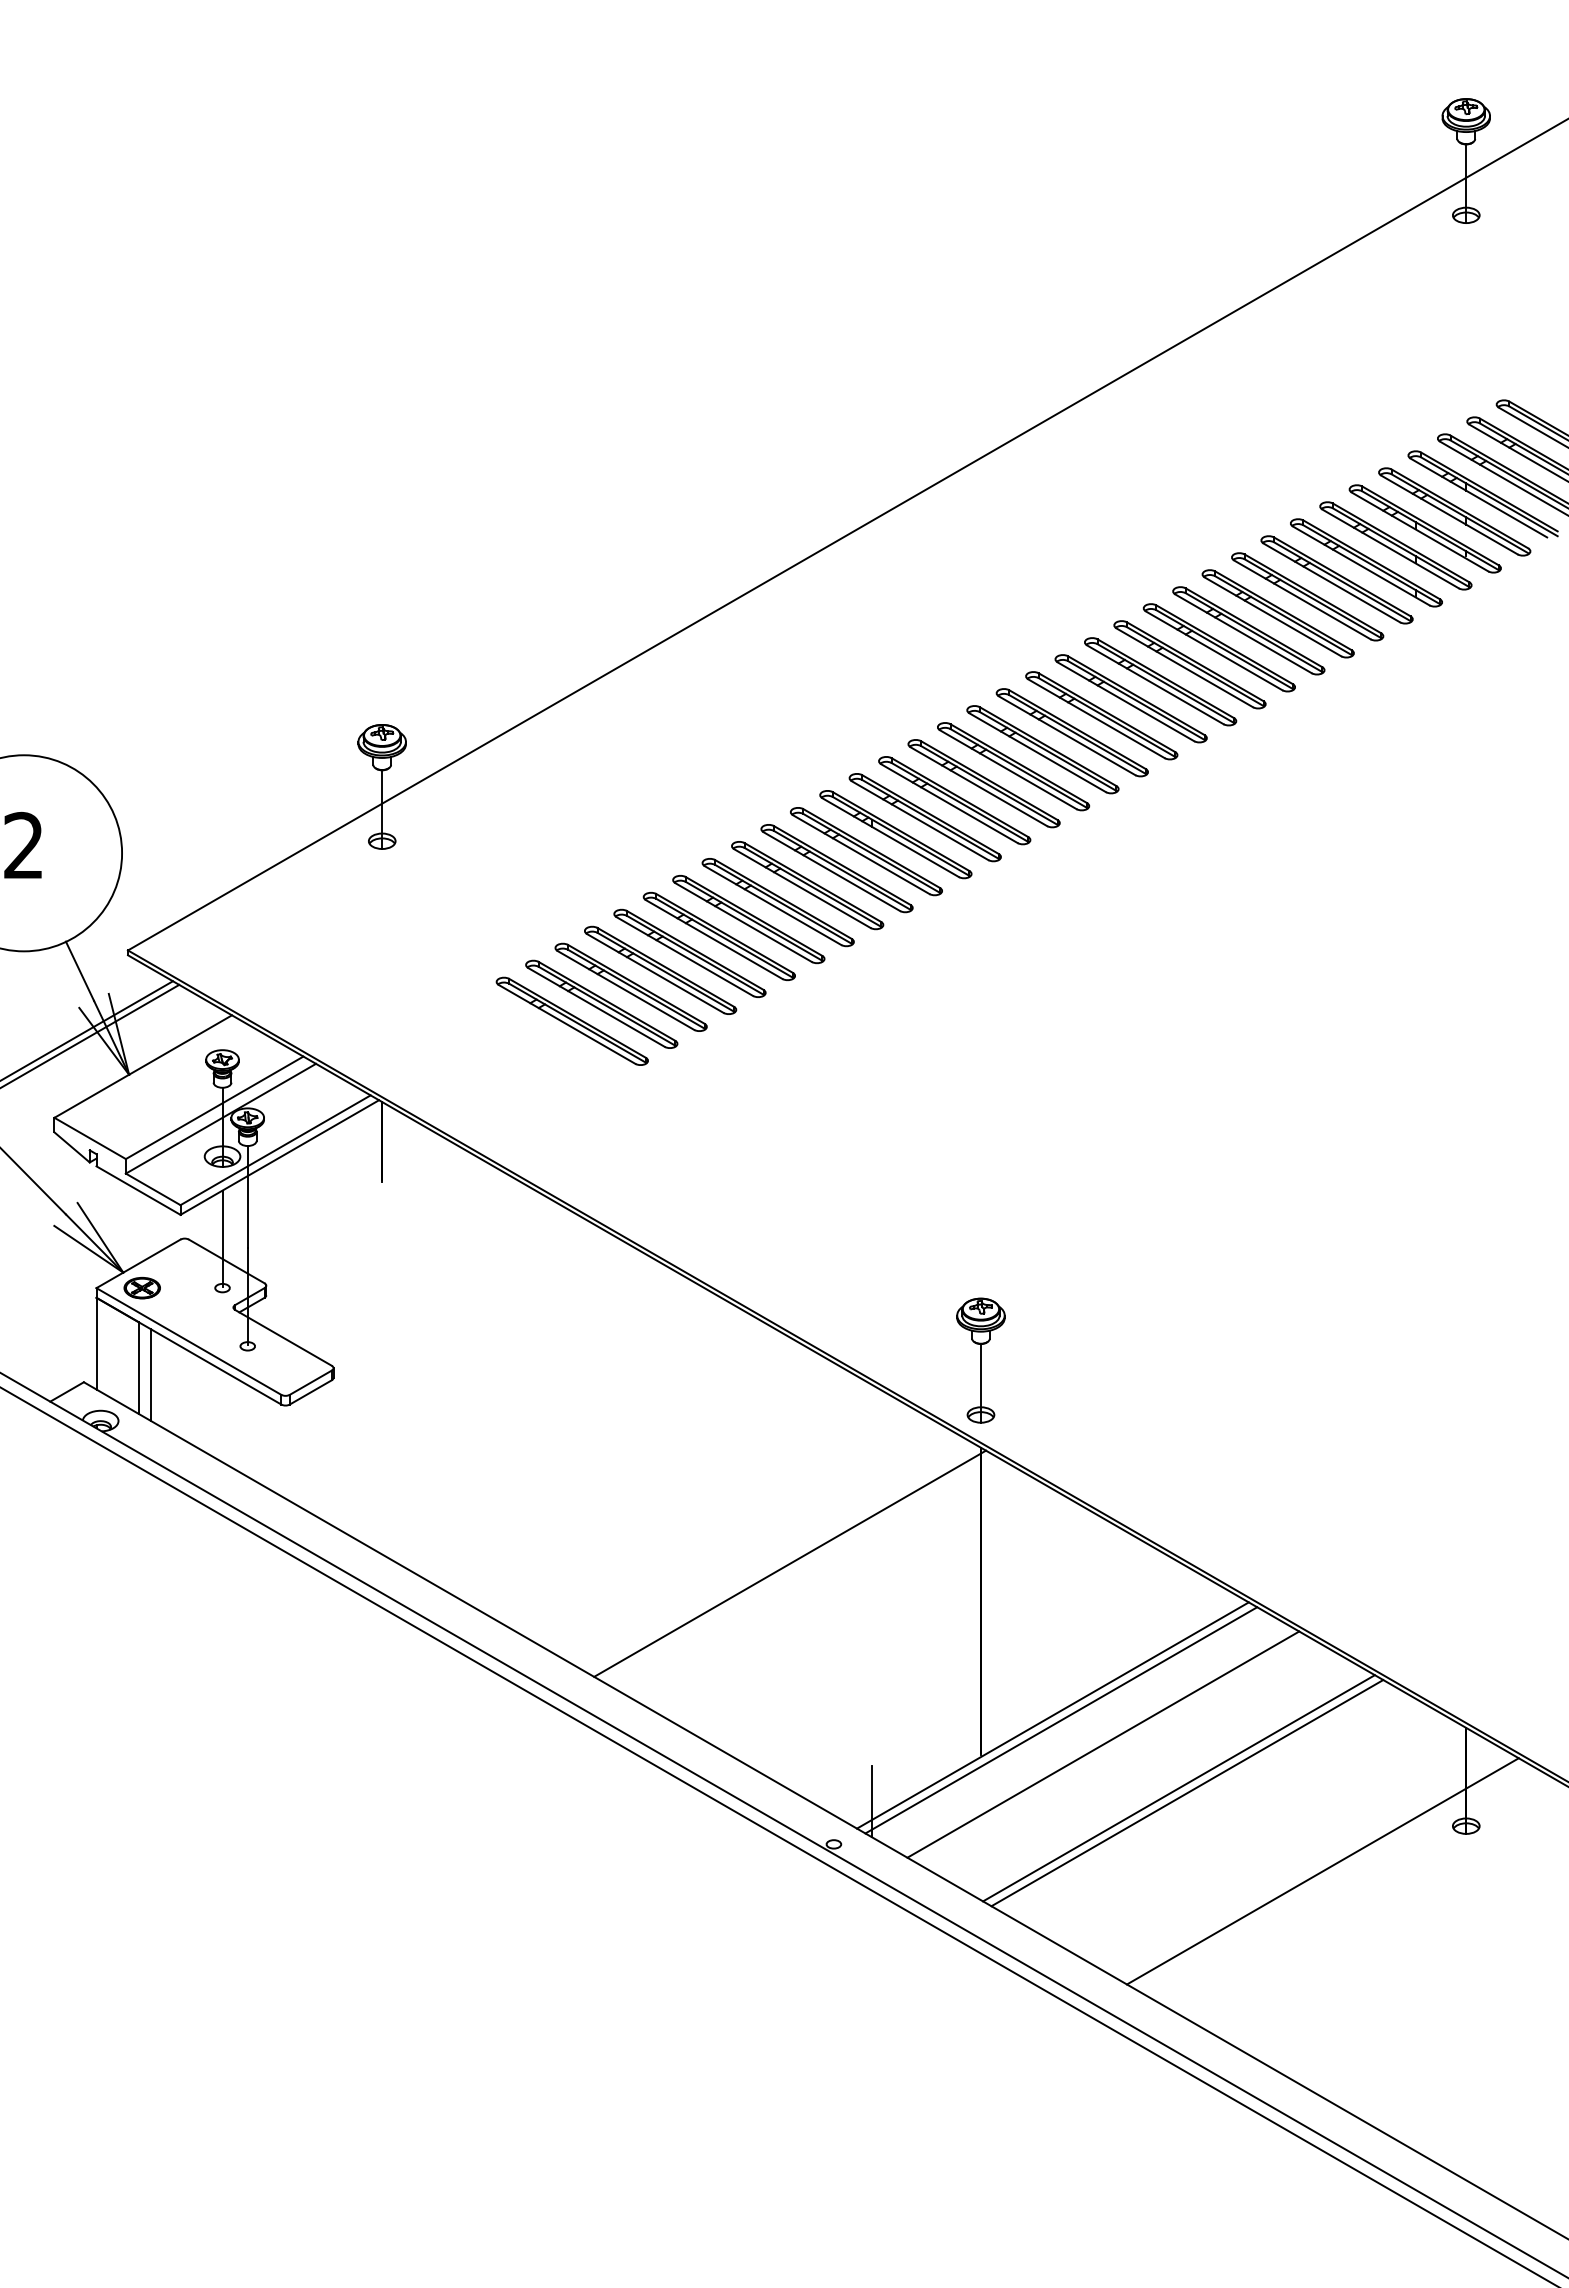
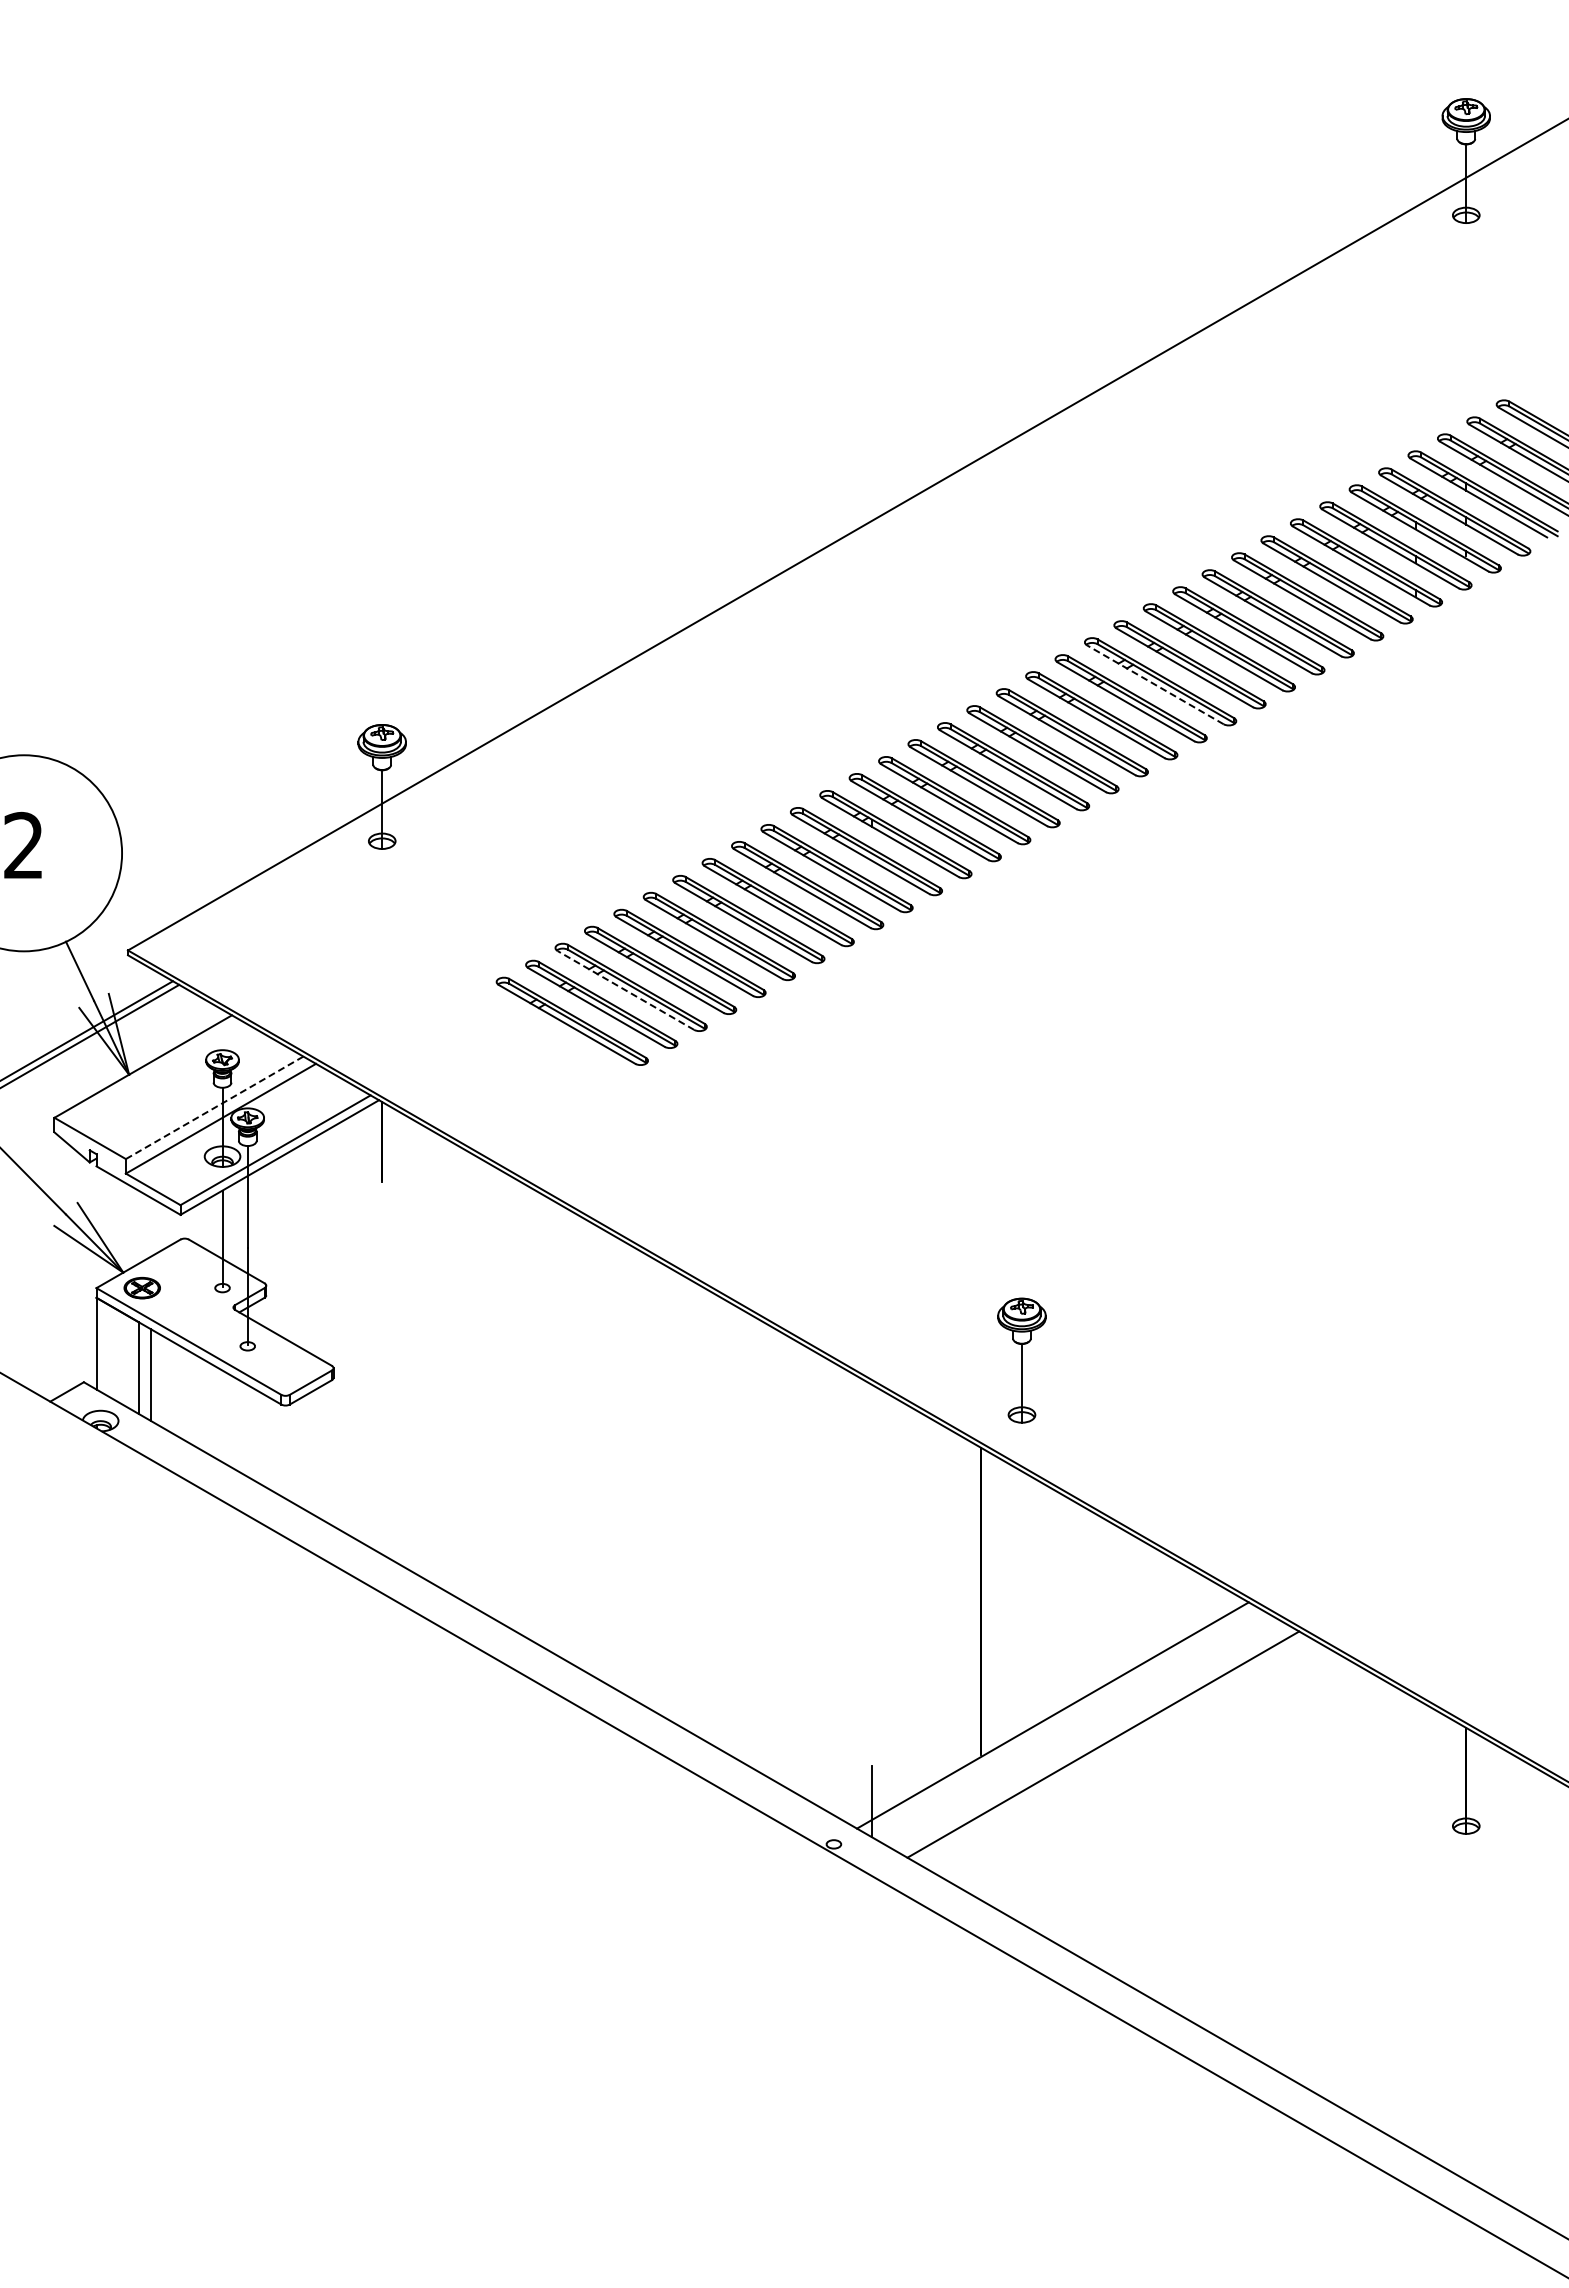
line at (1155, 684): solid -> dashed
line at (625, 990): solid -> dashed
line at (214, 1108): solid -> dashed
part at (980, 1360) position: (980, 1360) -> (1021, 1360)
line at (790, 1563): present -> none
line at (1061, 1720): present -> none
line at (1178, 1788): present -> none
line at (1187, 1793): present -> none
line at (778, 1836): present -> none
line at (1322, 1871): present -> none
